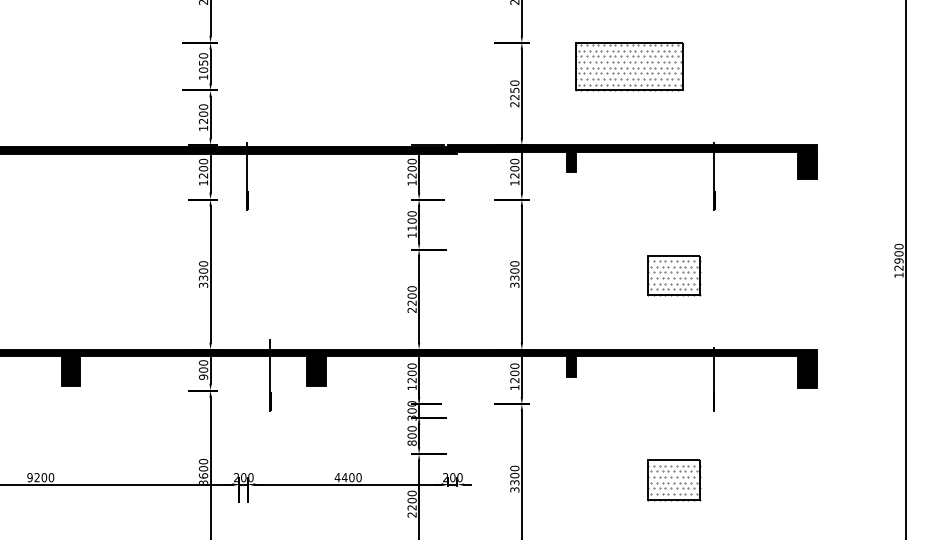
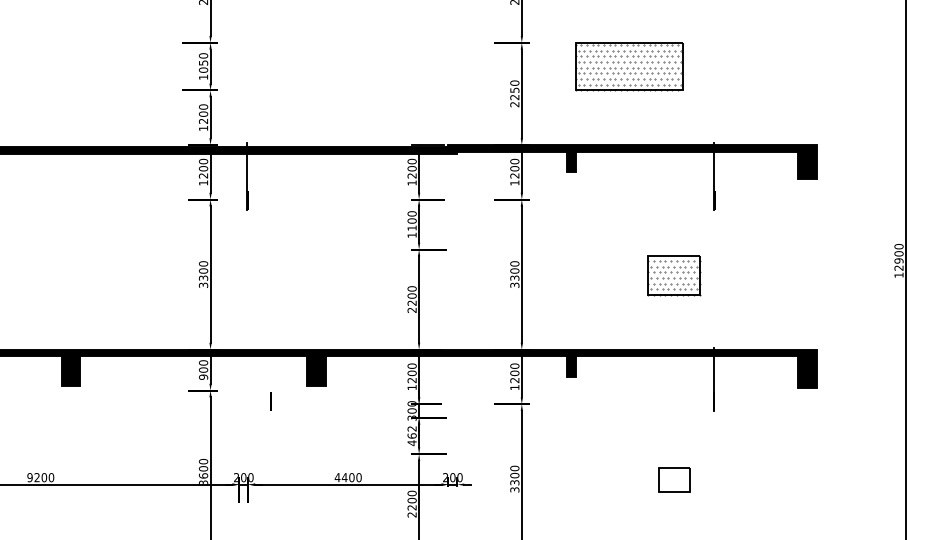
line at (269, 375): present -> none
text at (411, 436): 800 -> 462
part at (674, 480) size: 55x43 px -> 33x26 px
